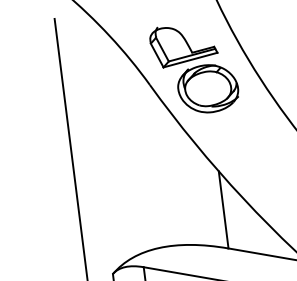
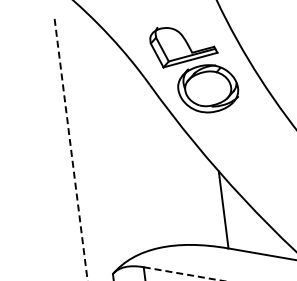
line at (71, 149): solid -> dashed
line at (183, 274): solid -> dashed
